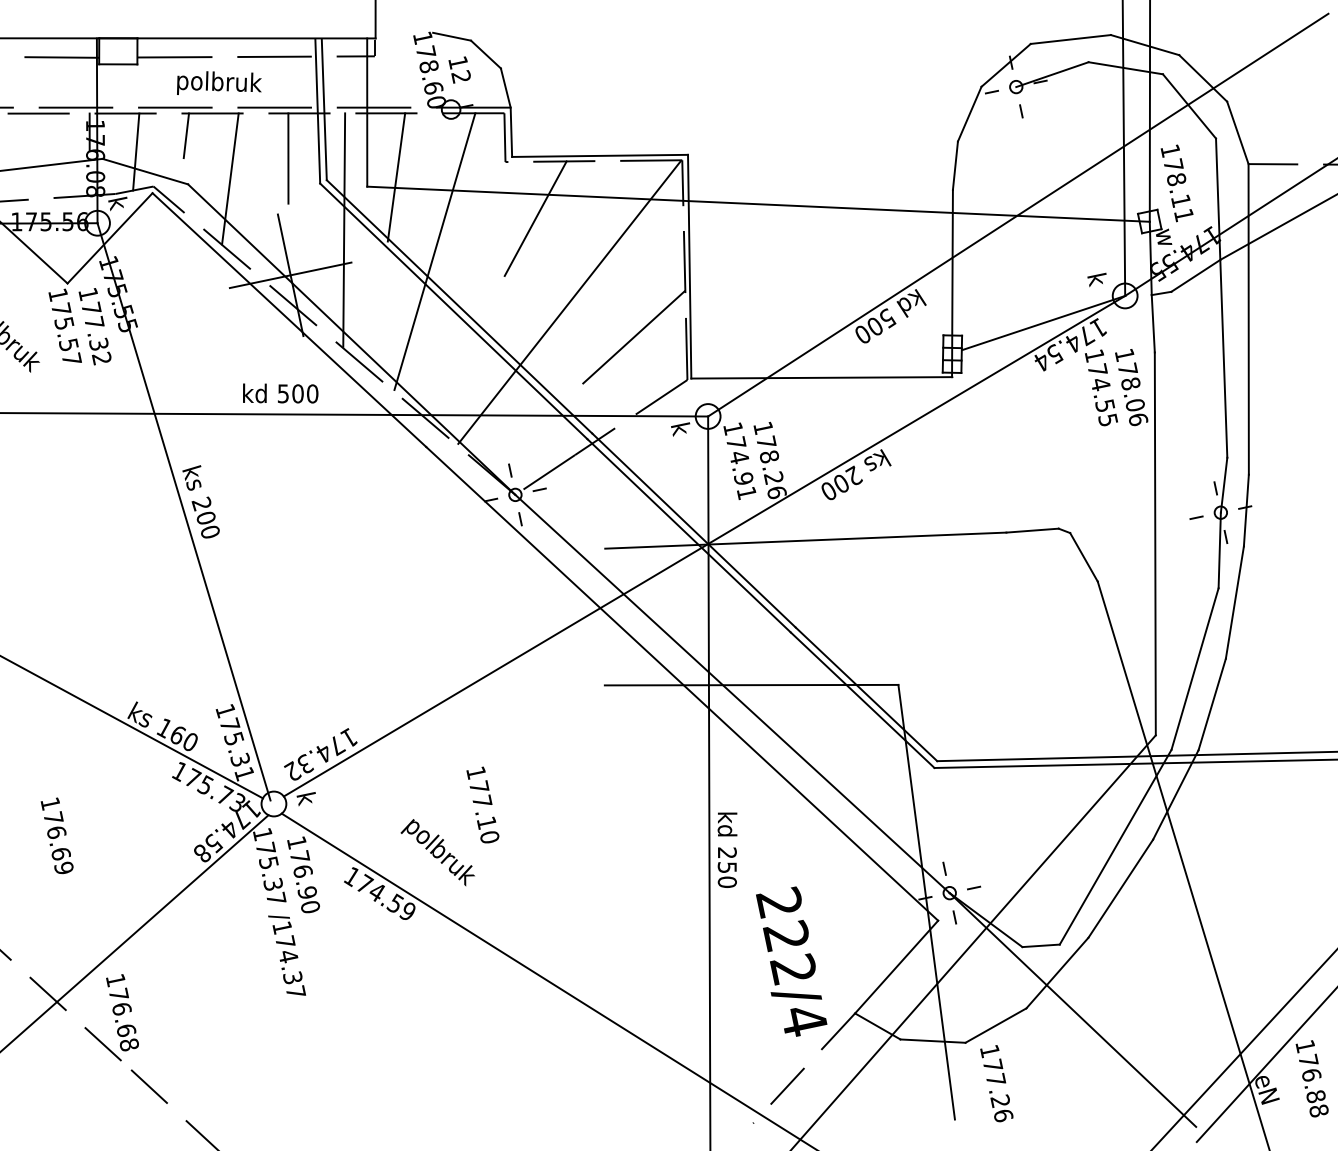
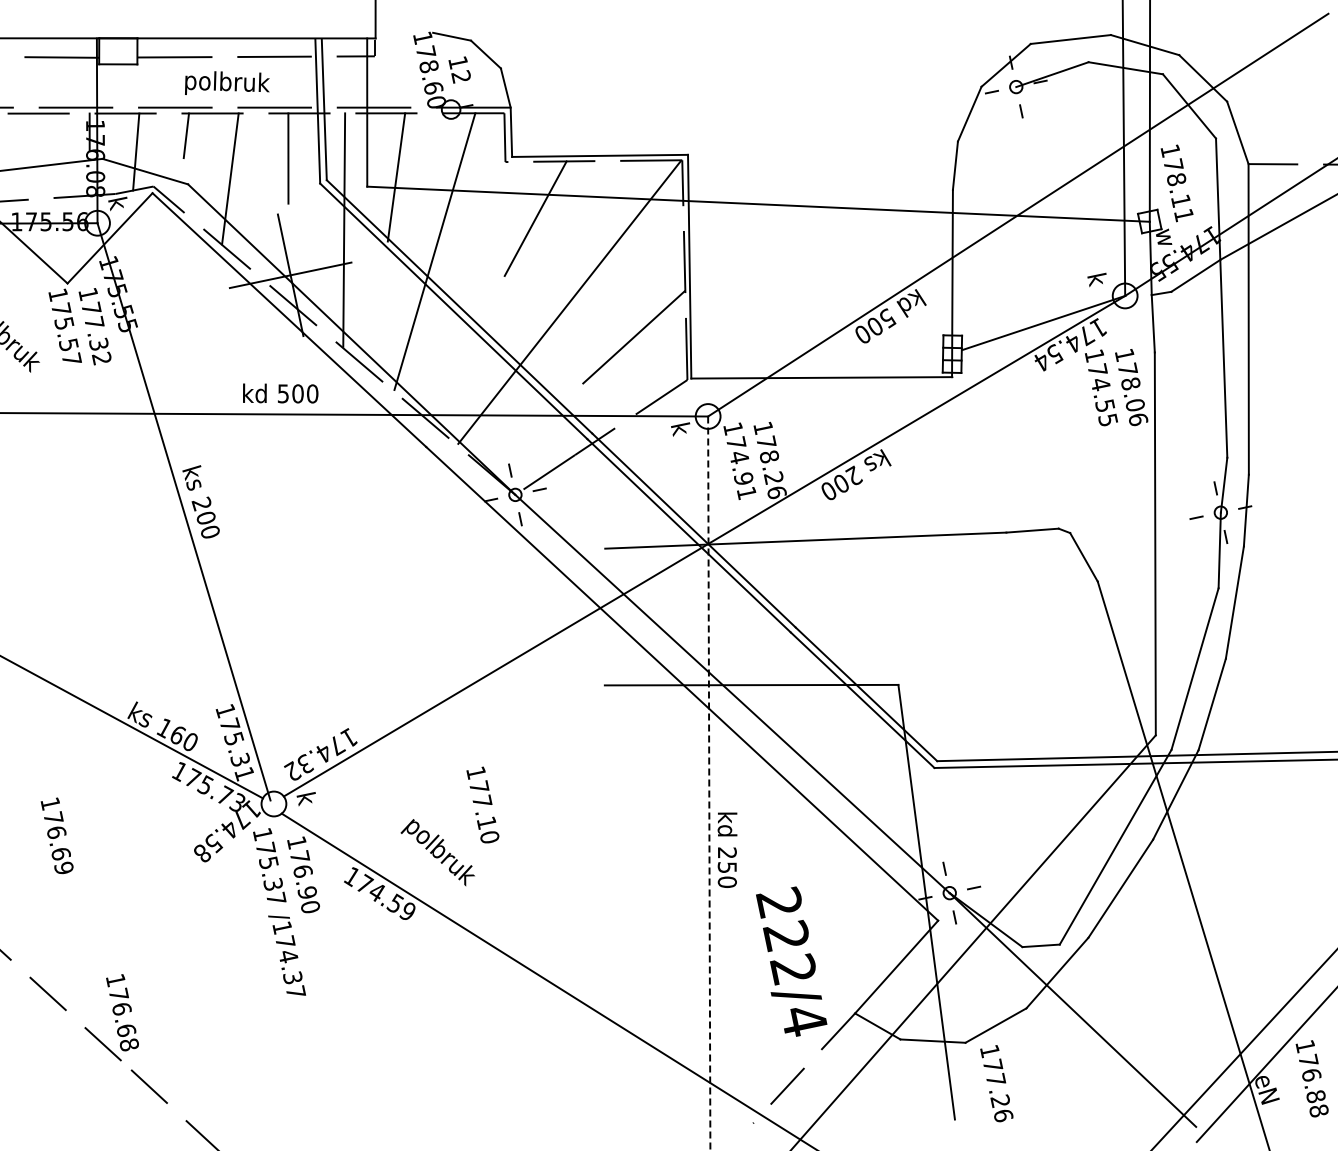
text at (219, 82) position: (219, 82) -> (227, 82)
line at (709, 784): solid -> dashed
line at (135, 932): present -> none
